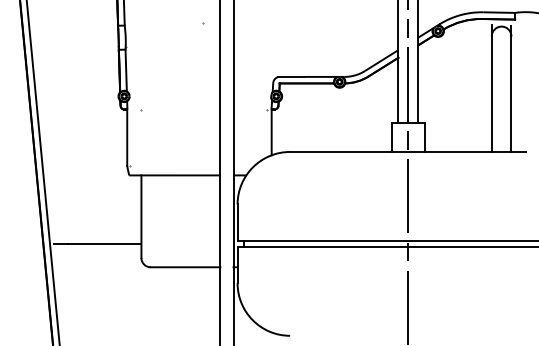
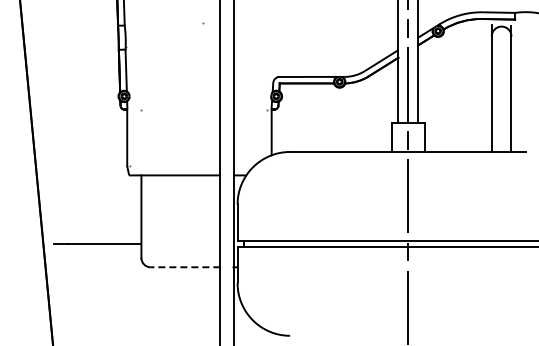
line at (42, 172): present -> none
line at (185, 267): solid -> dashed
